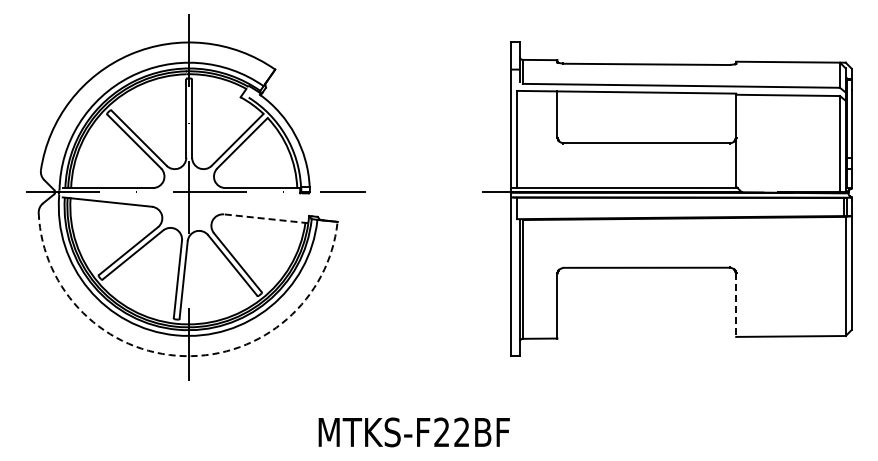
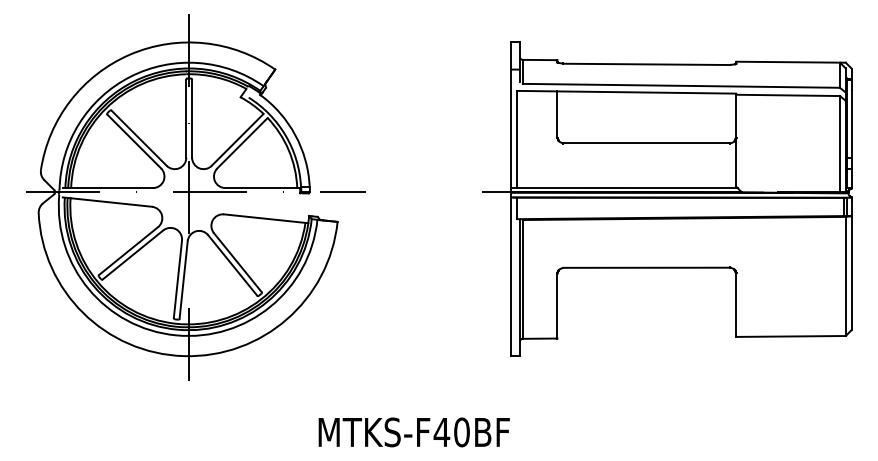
line at (265, 218): dashed -> solid
line at (736, 305): dashed -> solid
arc at (183, 356): dashed -> solid
text at (451, 432): MTKS-F22BF -> MTKS-F40BF
